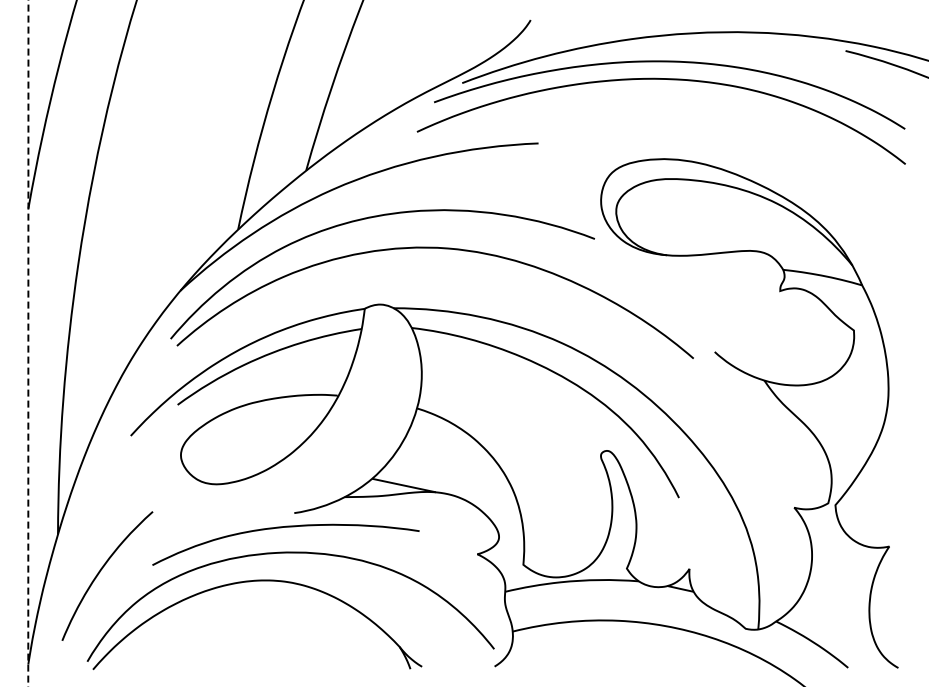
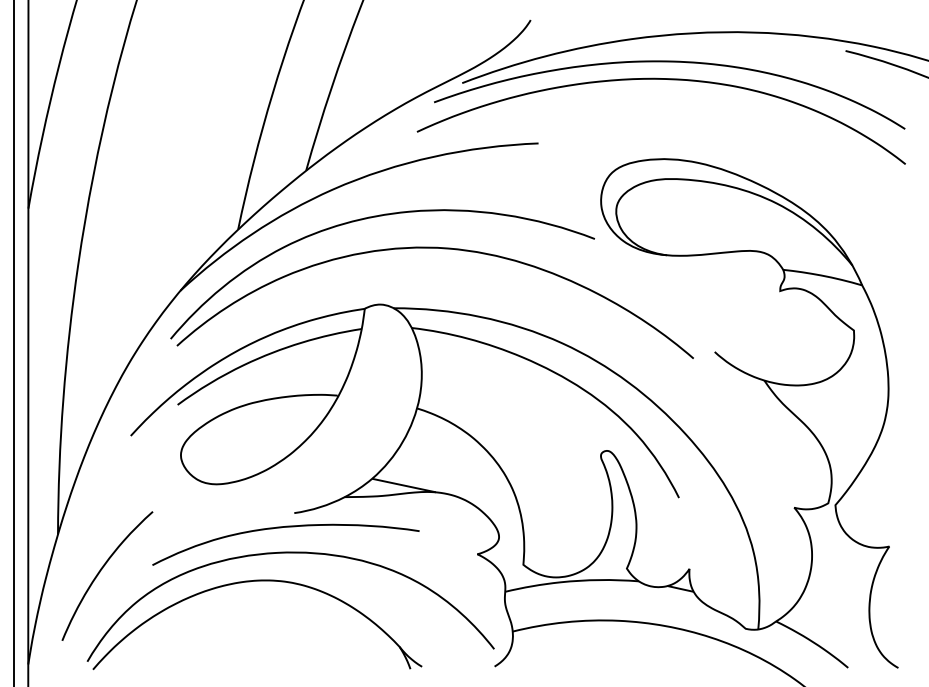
line at (14, 342): none -> present
line at (28, 343): dashed -> solid
